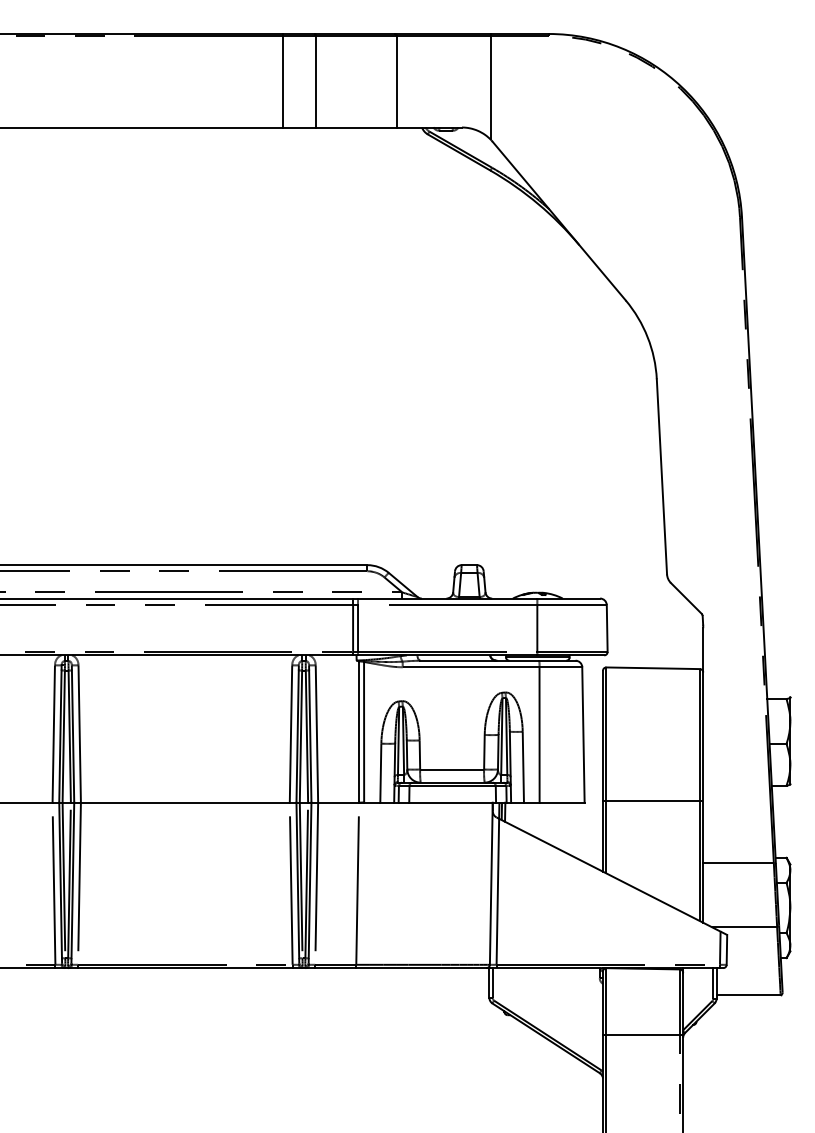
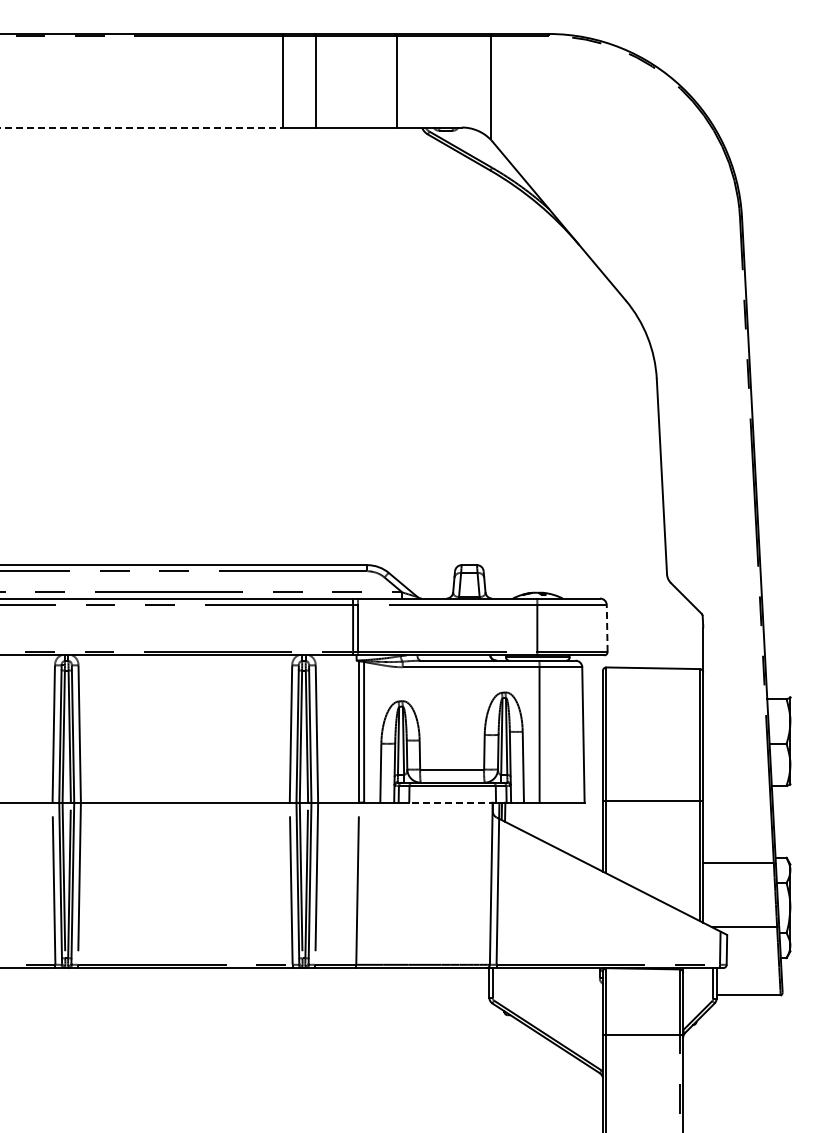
line at (141, 127): solid -> dashed
line at (607, 628): solid -> dashed
line at (452, 802): solid -> dashed
